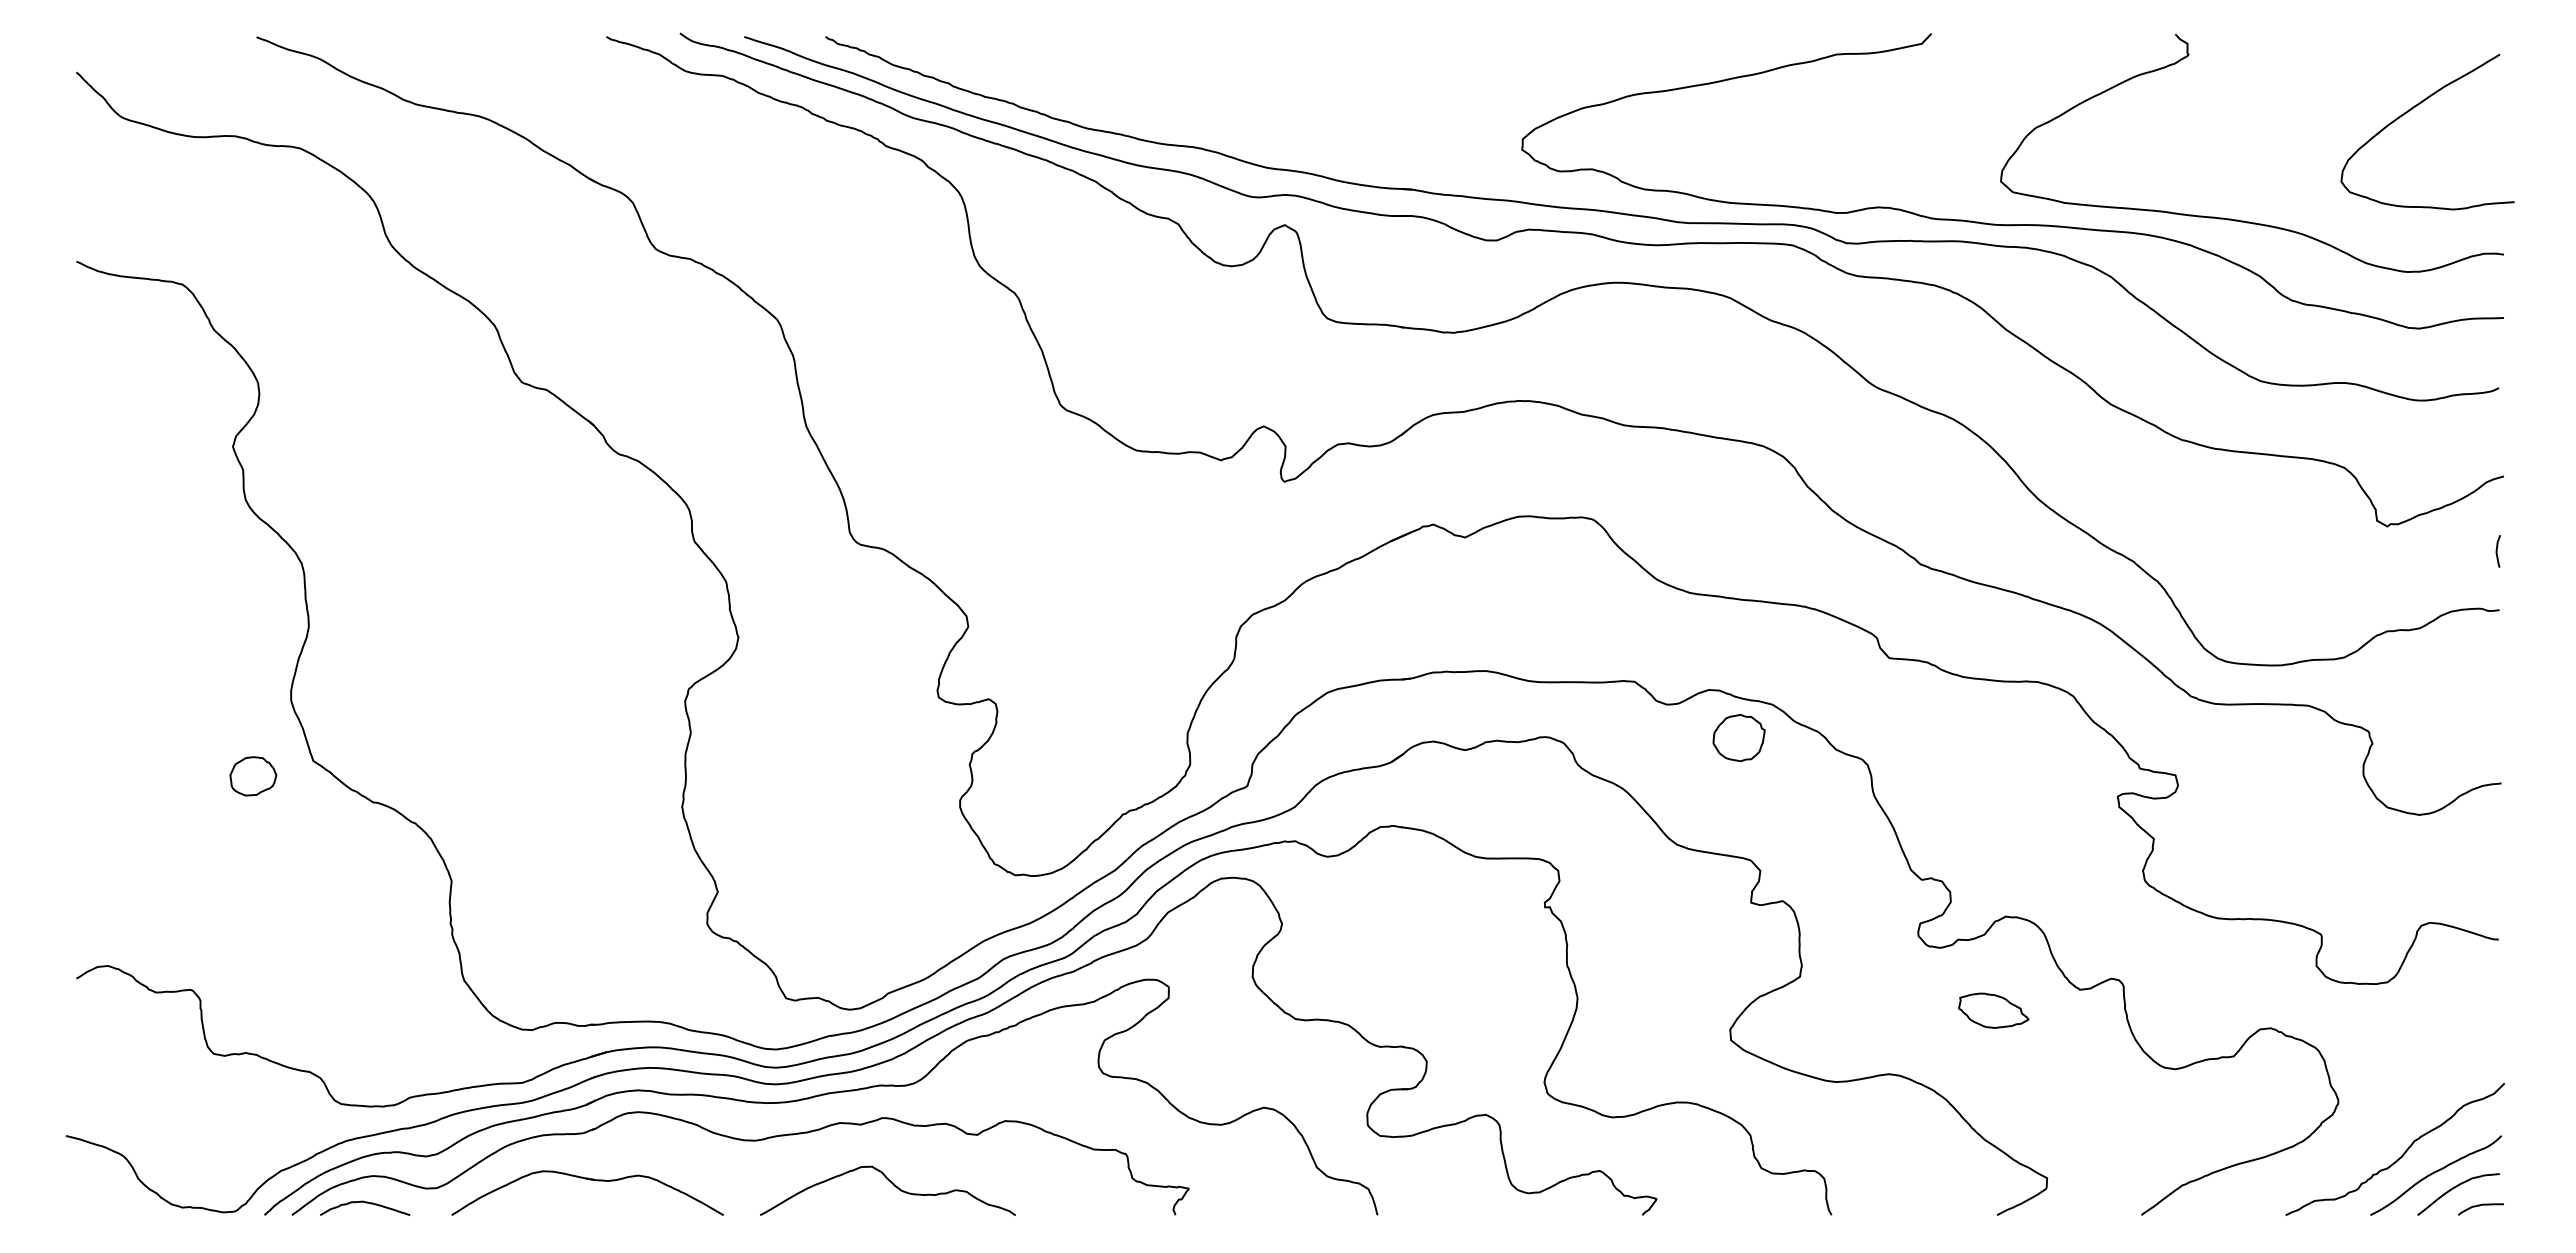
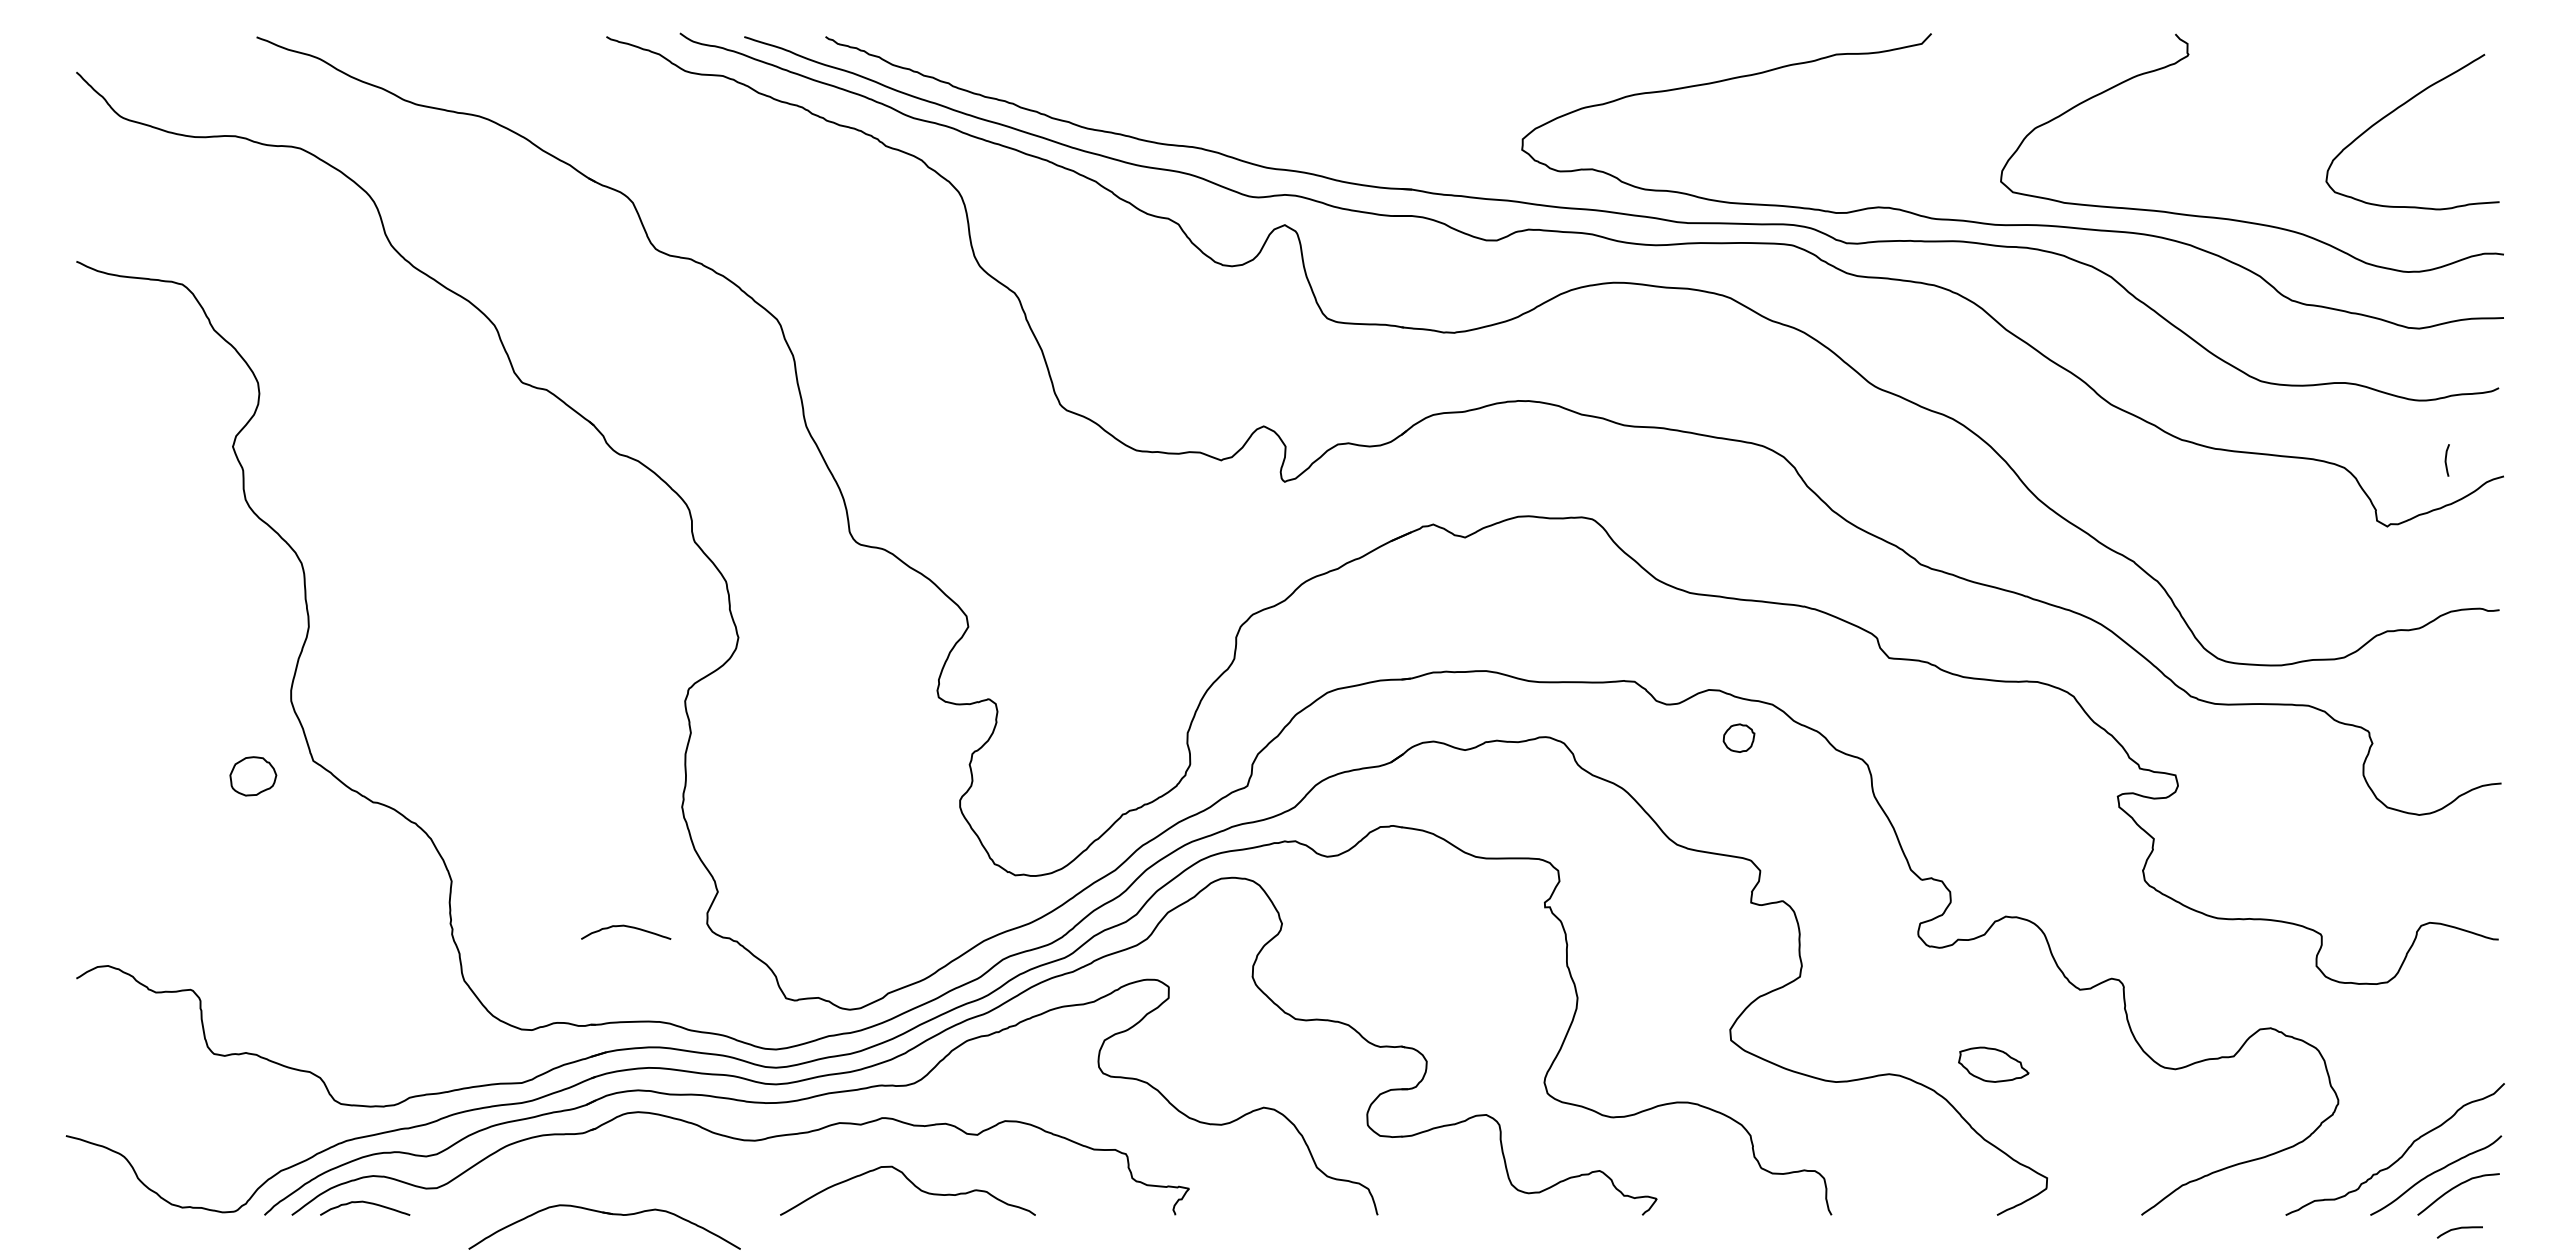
curve at (2411, 110) position: (2411, 110) -> (2396, 110)
curve at (2497, 551) position: (2497, 551) -> (2446, 460)
part at (1738, 738) size: 54x49 px -> 34x30 px
curve at (626, 927): none -> present
part at (1993, 1010) position: (1993, 1010) -> (1993, 1064)
part at (589, 1180) position: (589, 1180) -> (606, 1214)
curve at (892, 1184) position: (892, 1184) -> (912, 1184)
curve at (2480, 1206) position: (2480, 1206) -> (2459, 1229)
